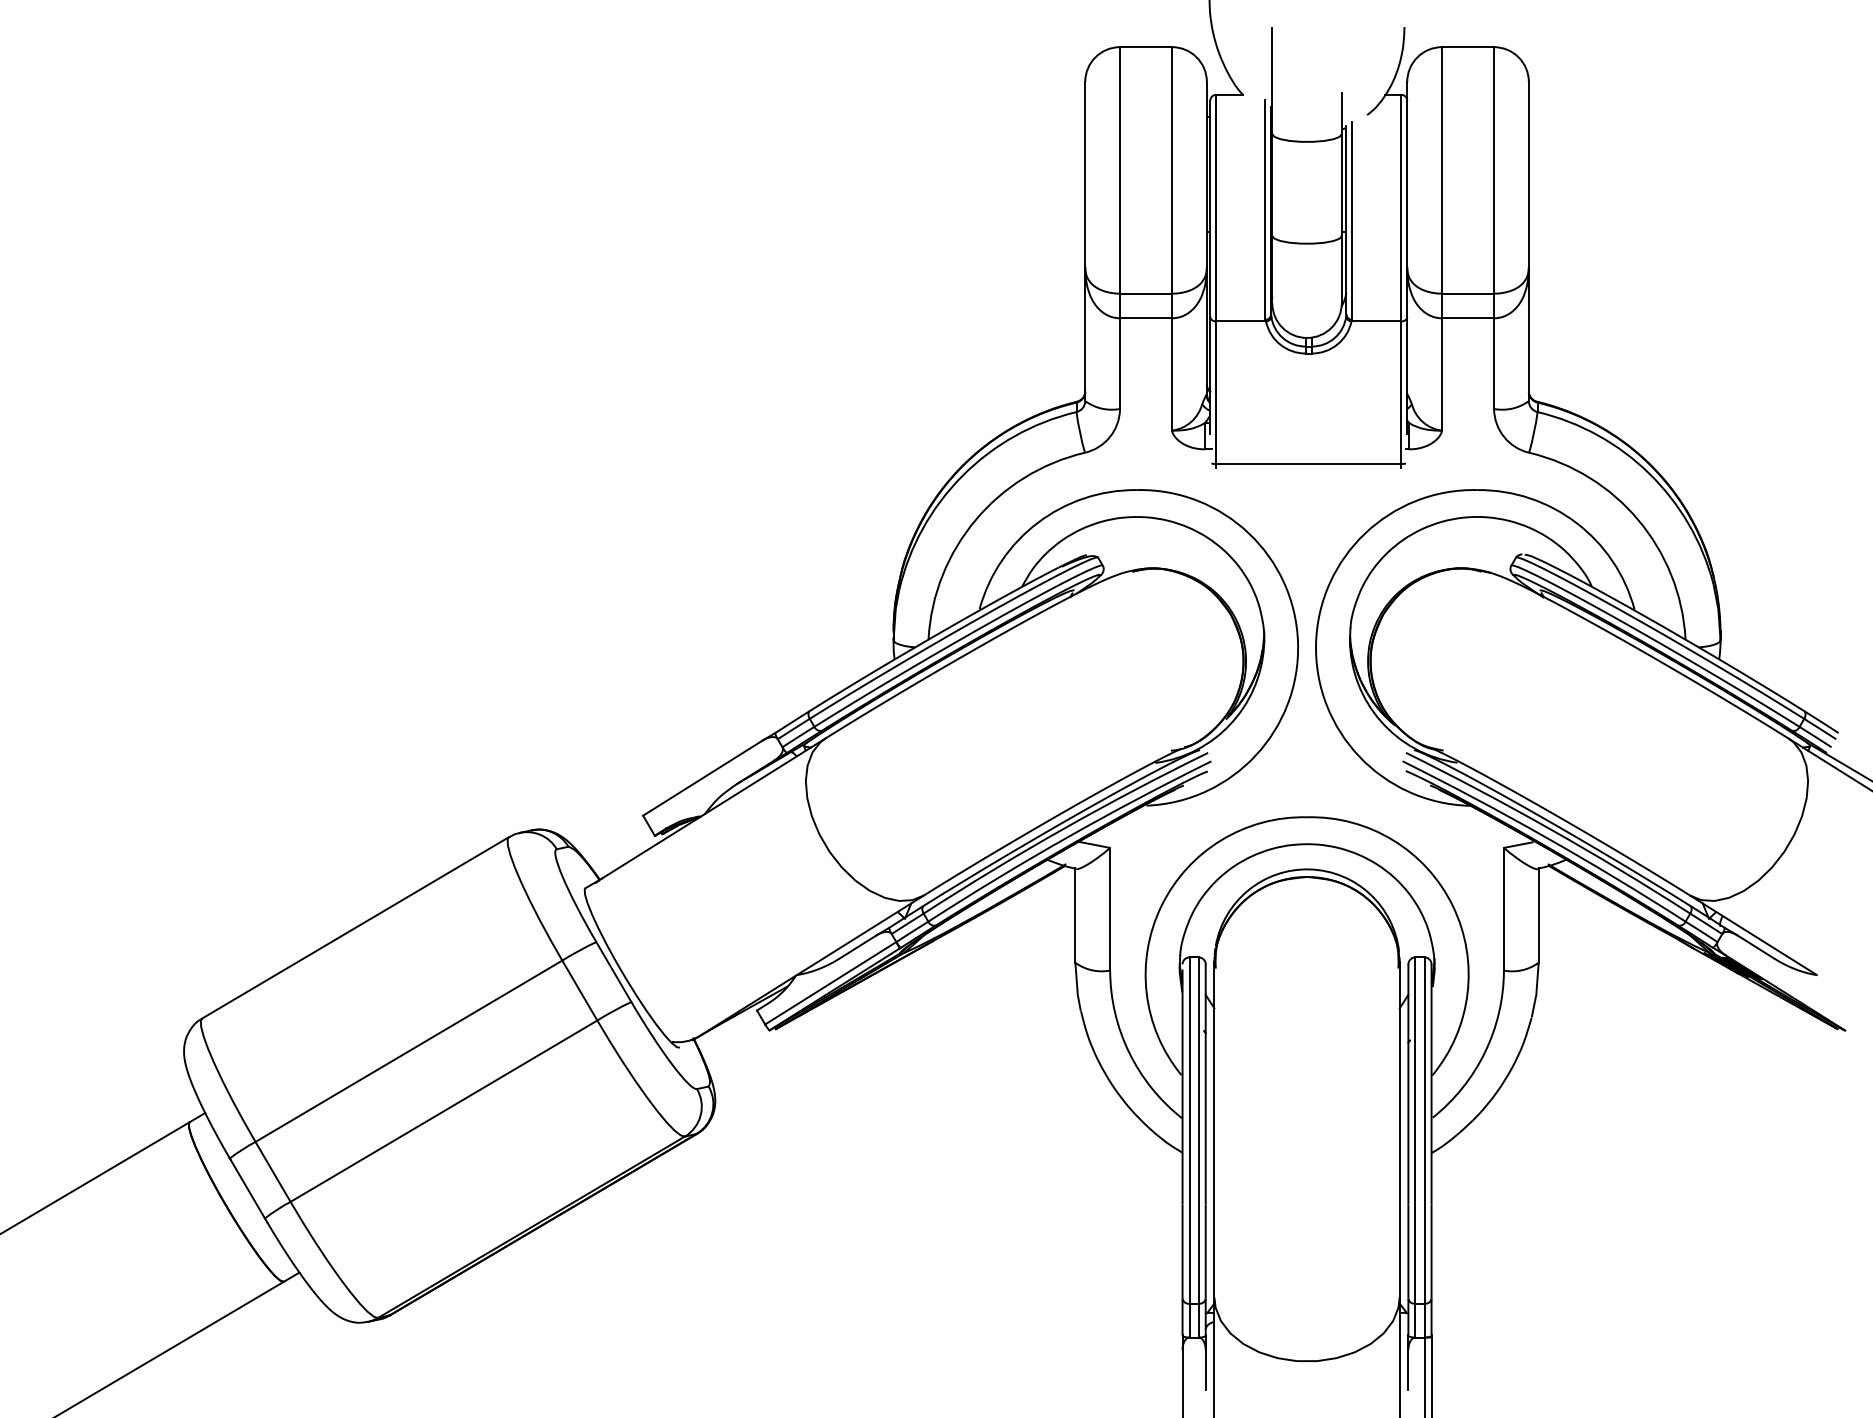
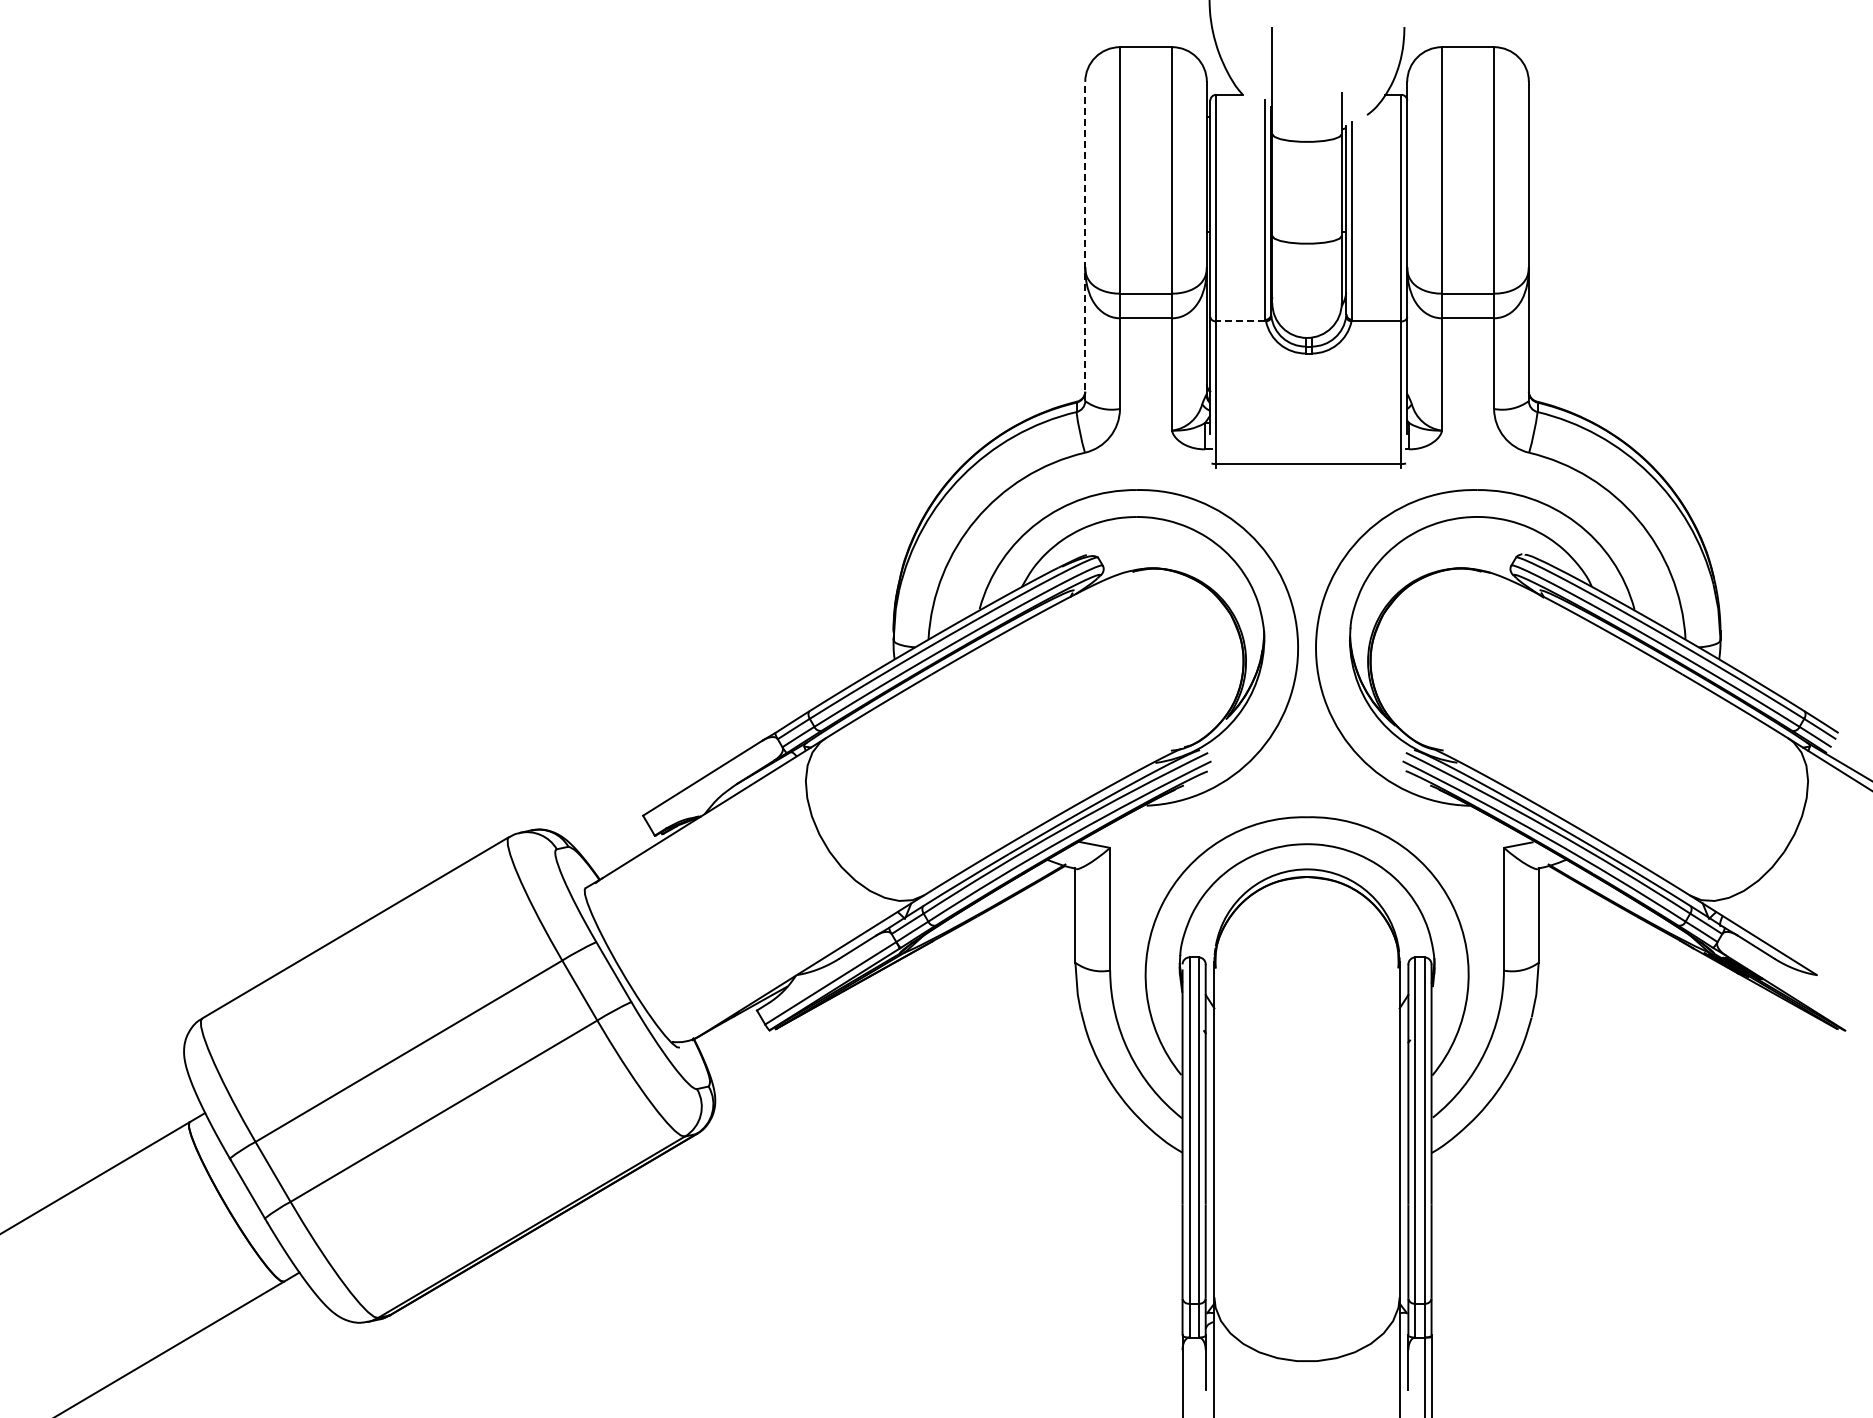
line at (1085, 241): solid -> dashed
line at (1240, 321): solid -> dashed
